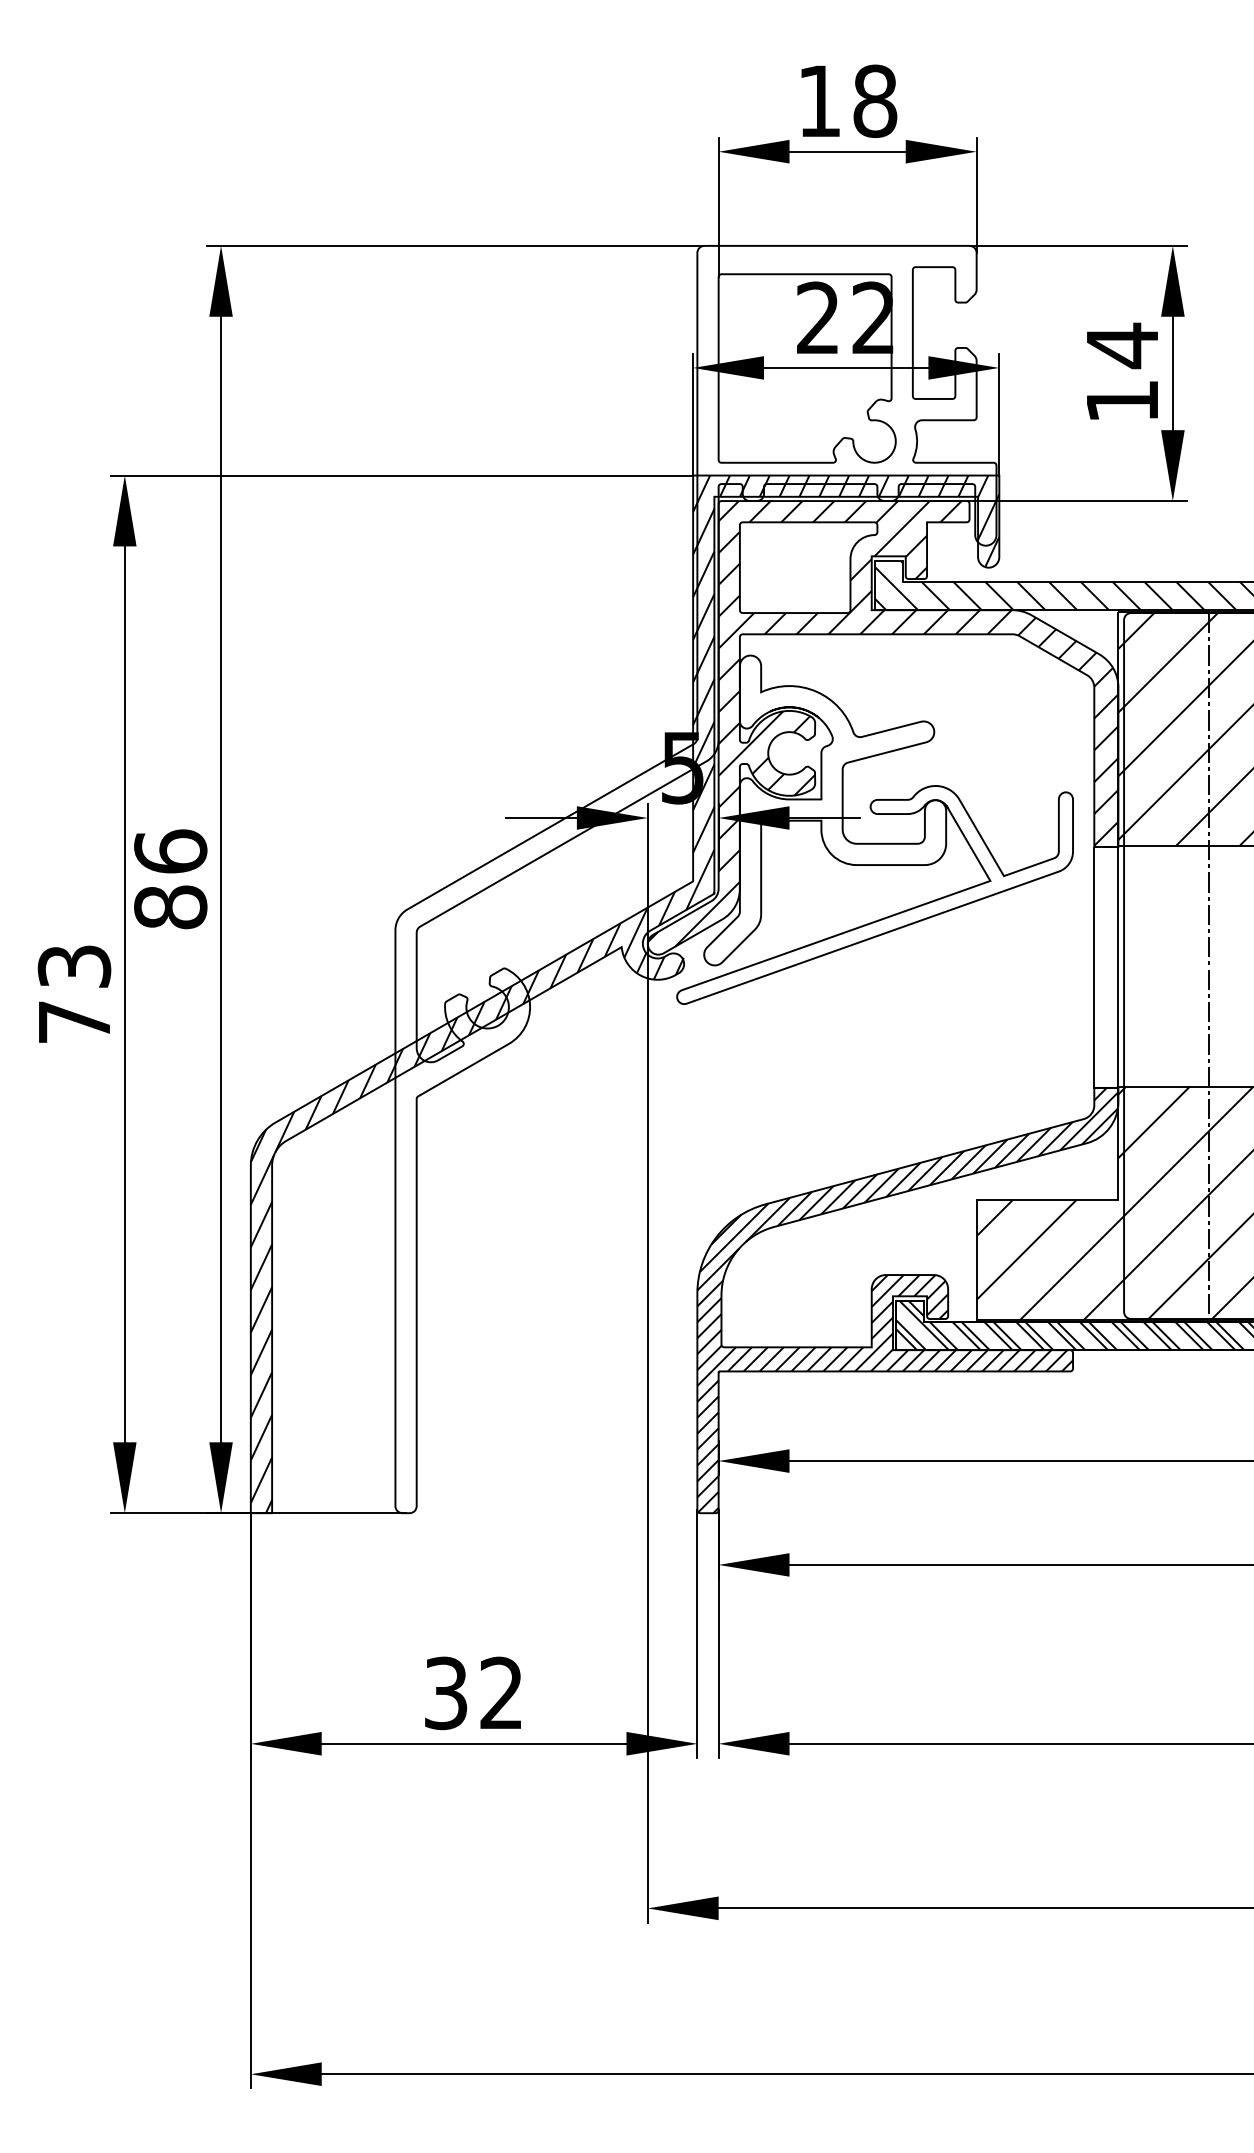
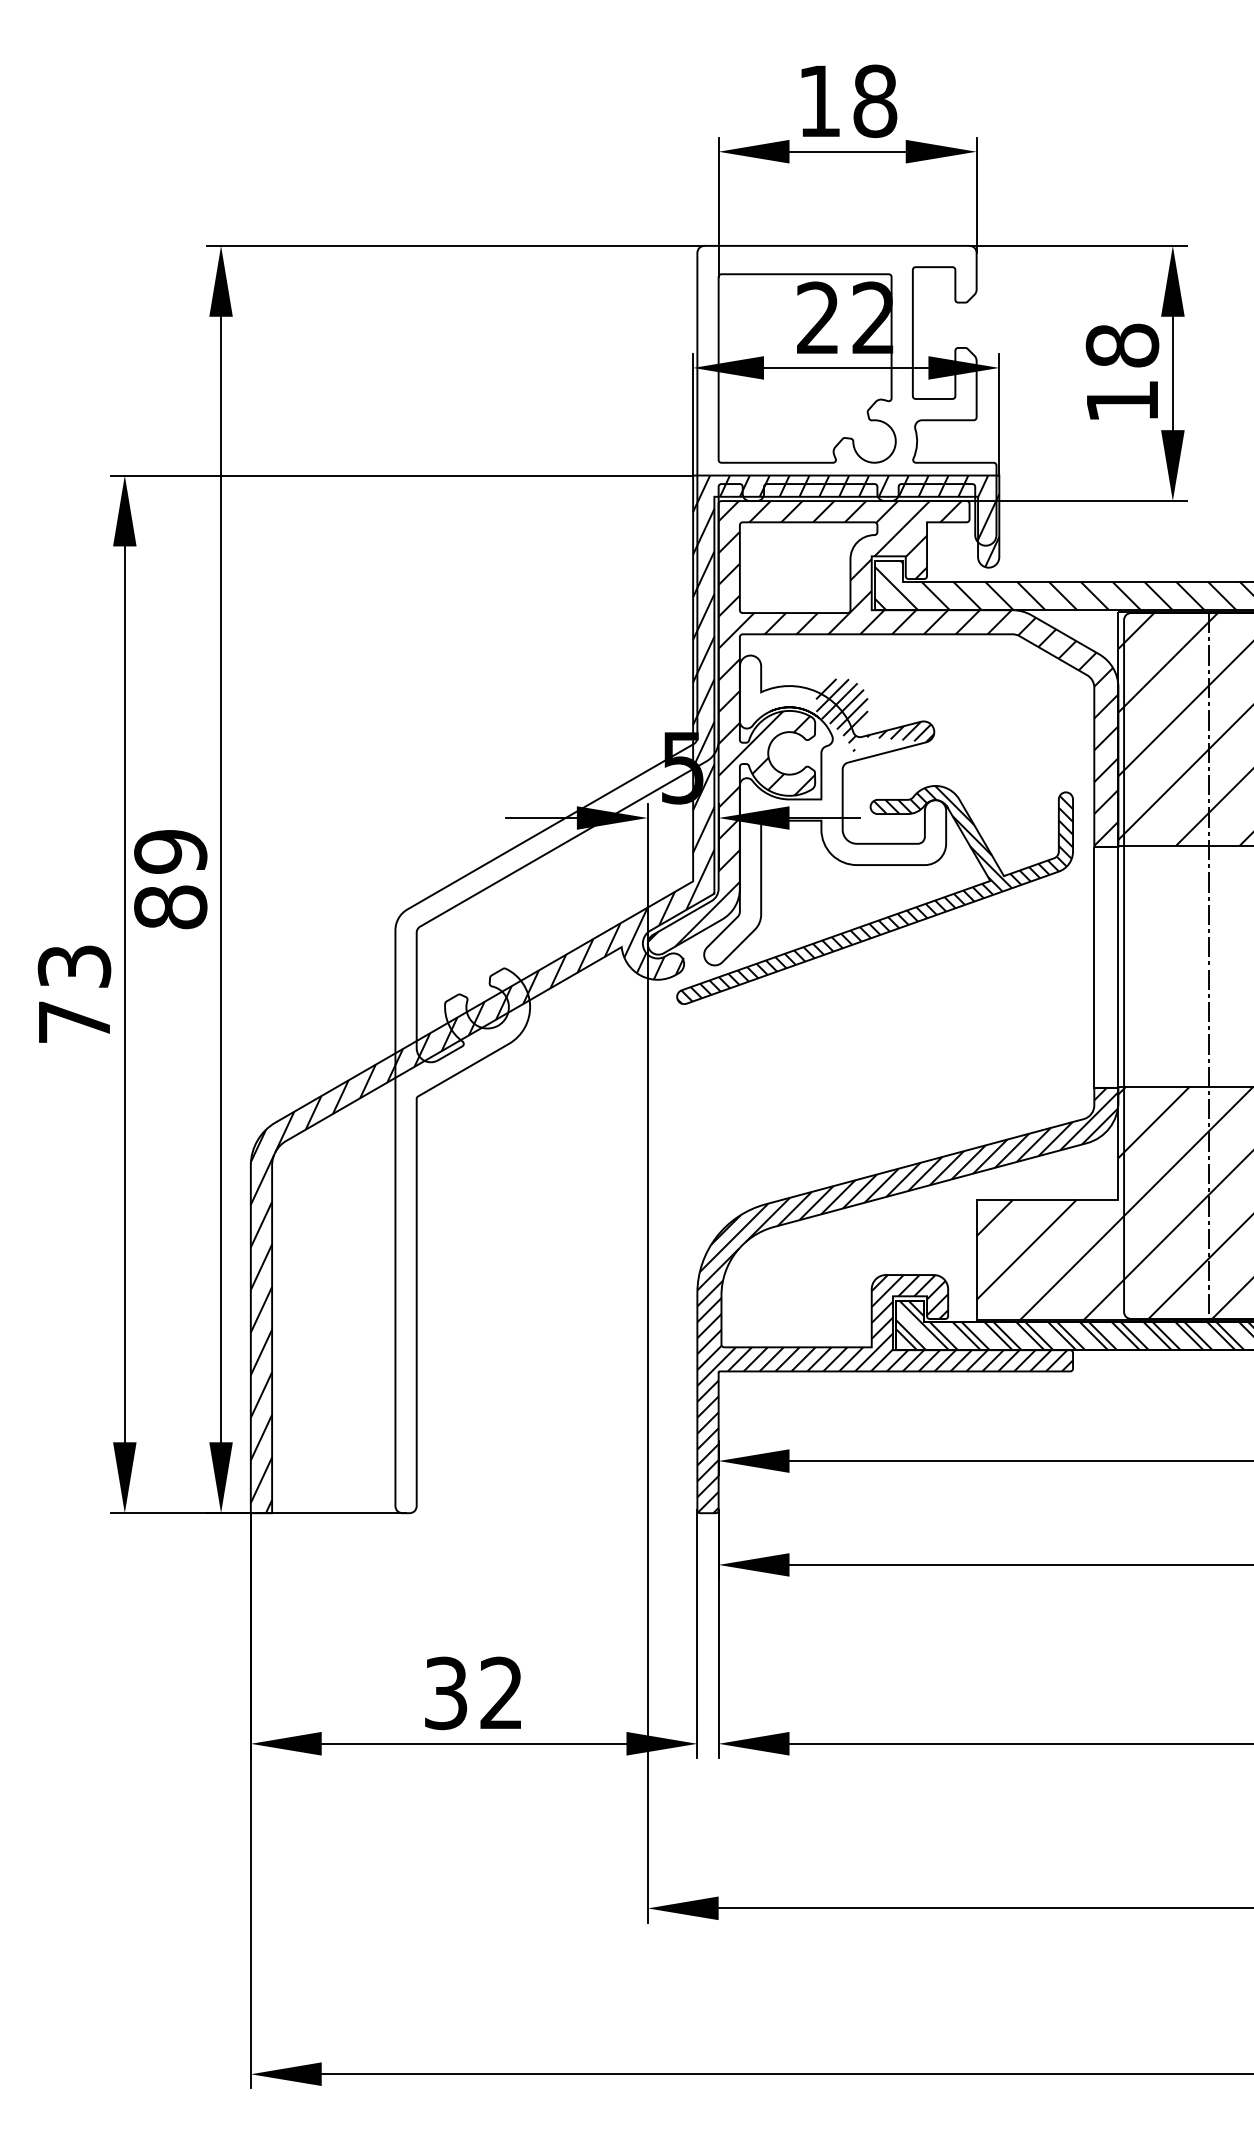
text at (1122, 345): 14 -> 18
hatch at (875, 714): none -> present
text at (170, 851): 86 -> 89
hatch at (875, 894): none -> present
